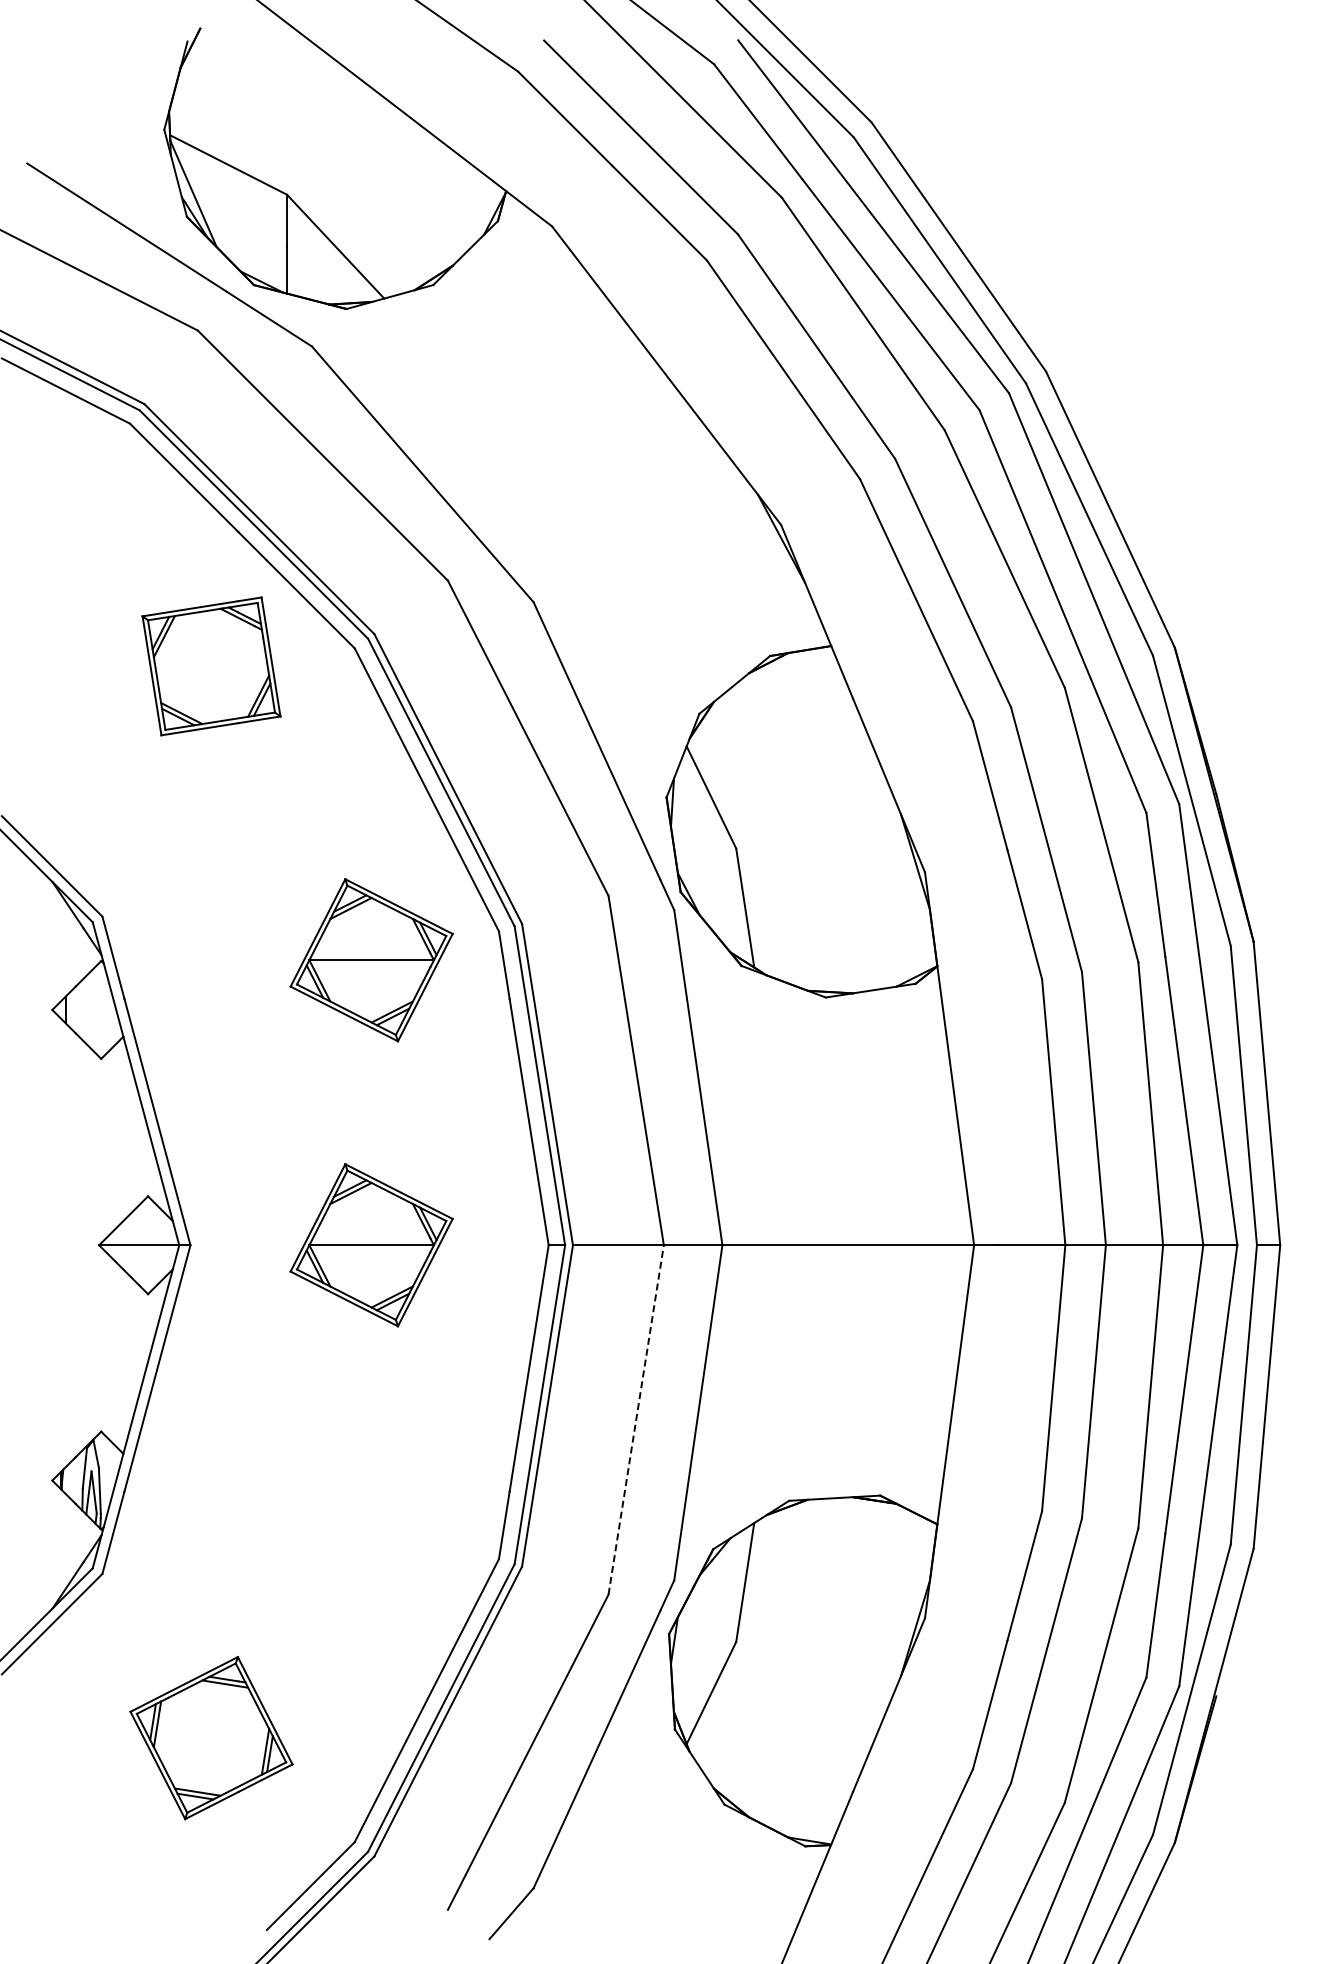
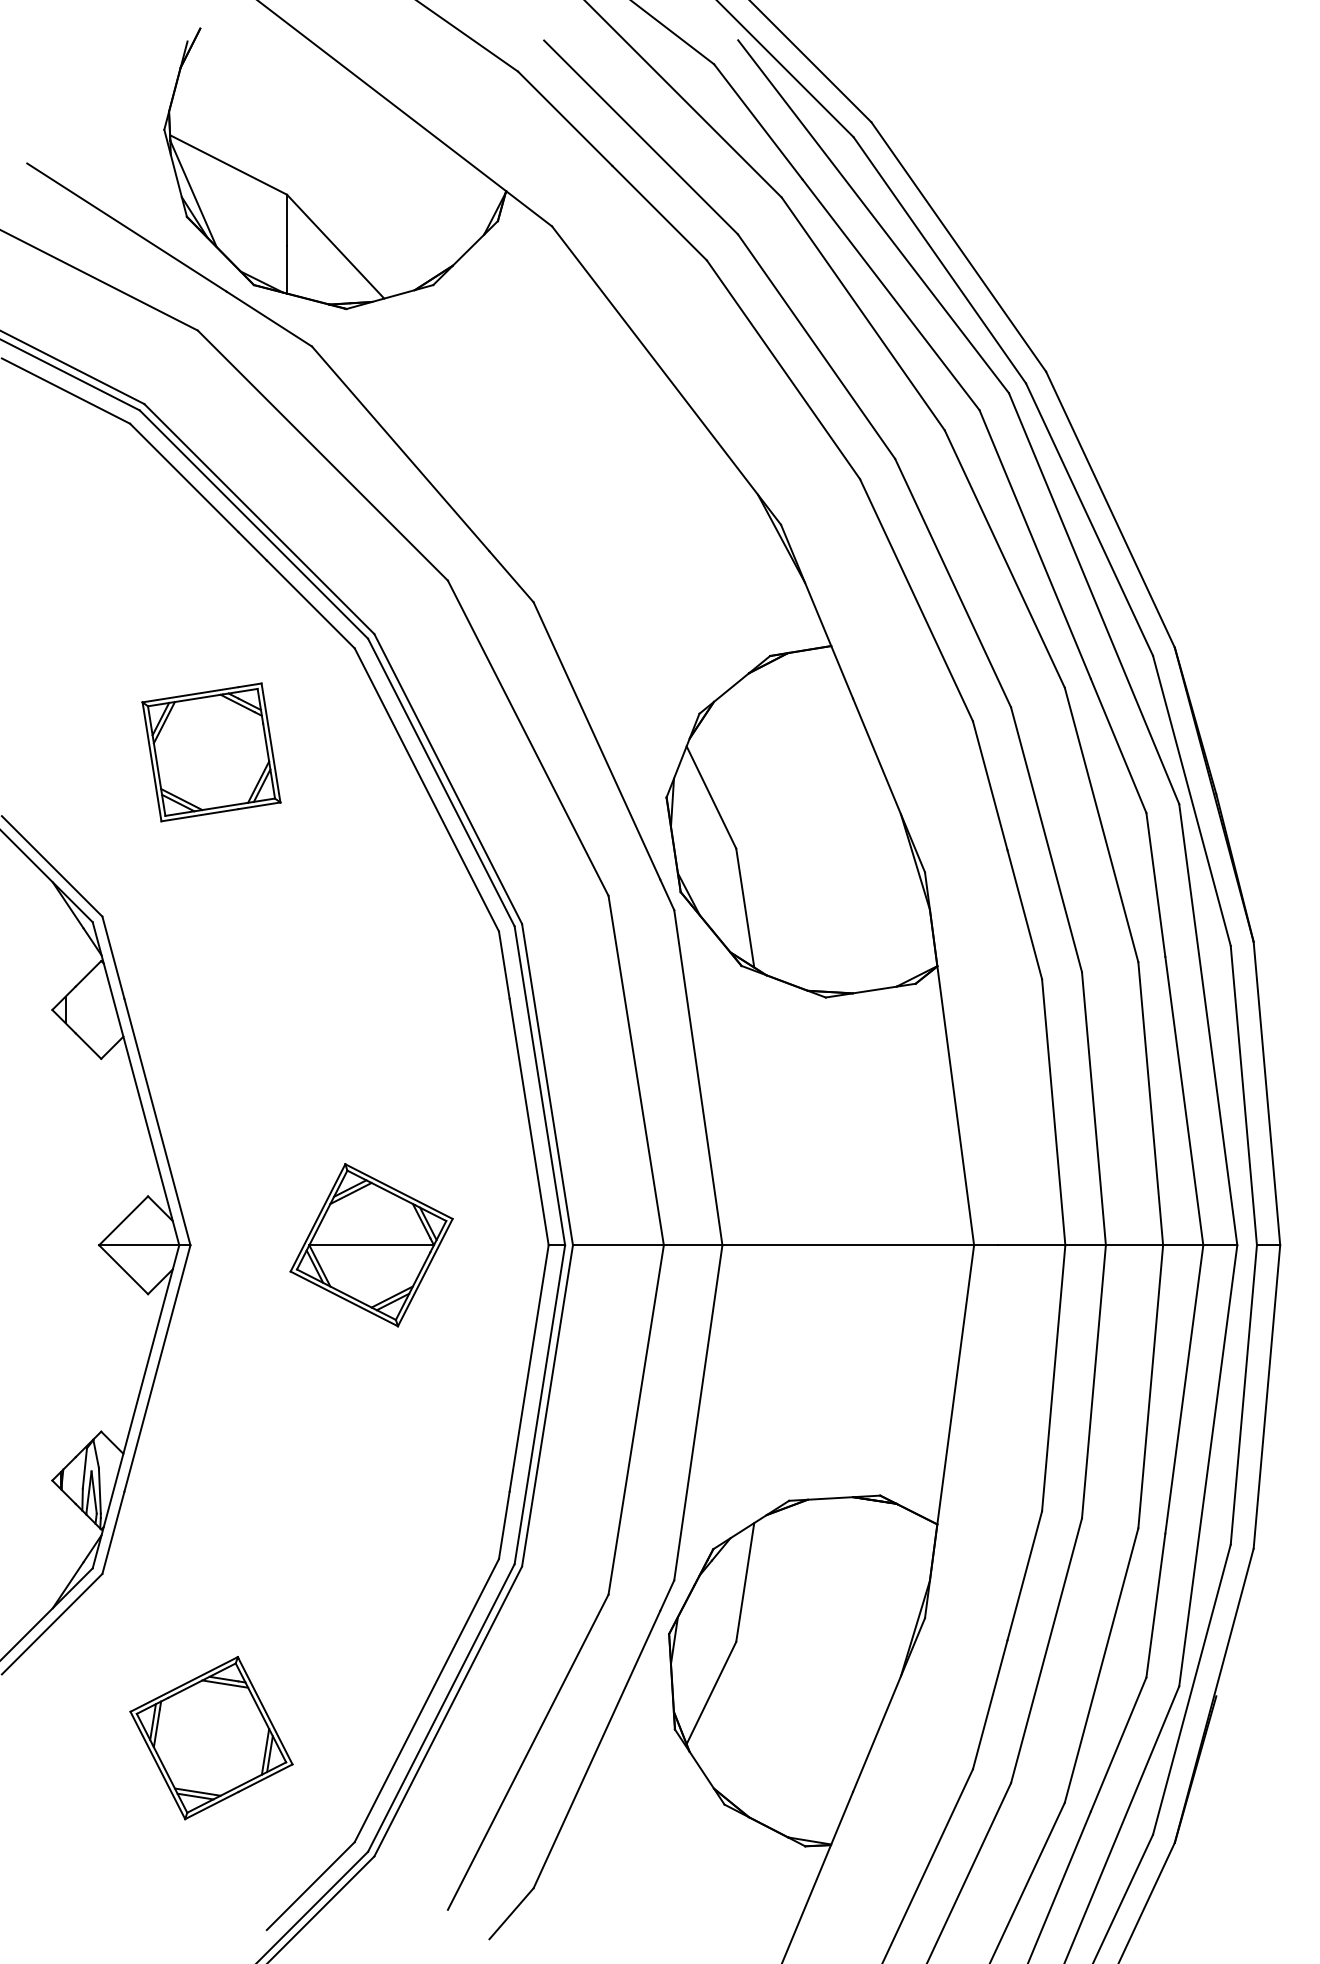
part at (211, 666) position: (211, 666) -> (211, 752)
part at (371, 960): present -> none
line at (636, 1419): dashed -> solid
